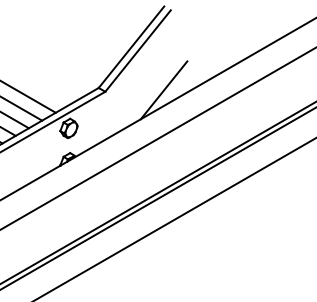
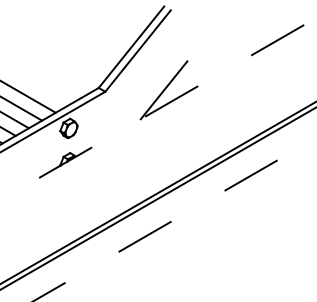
line at (158, 108): solid -> dashed
line at (157, 138): present -> none
line at (174, 219): solid -> dashed
